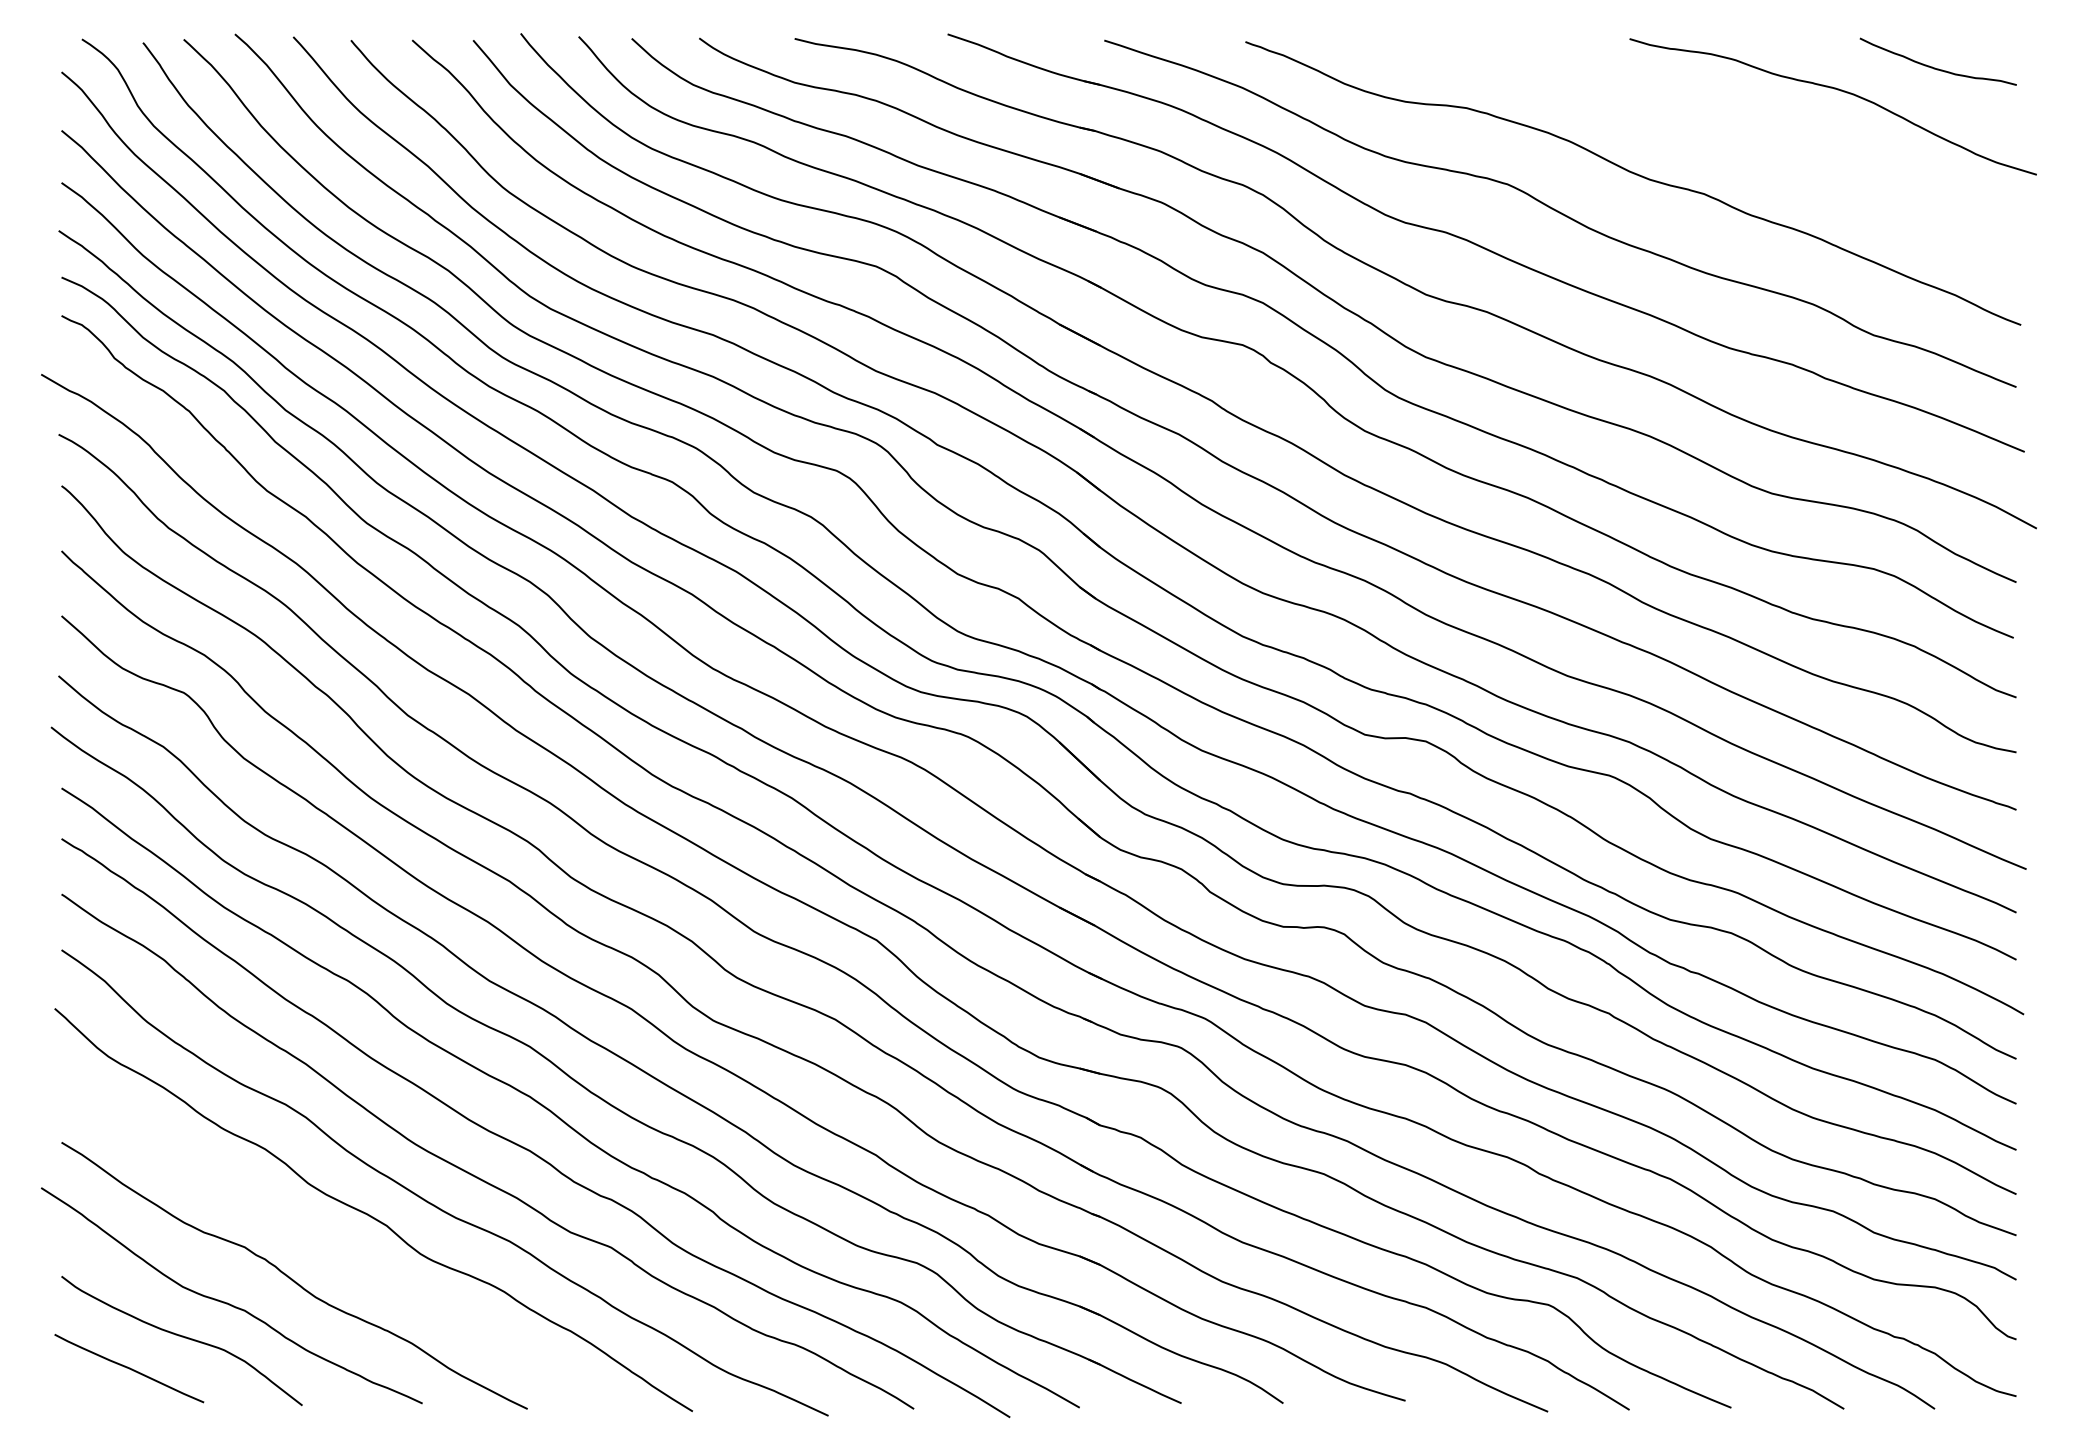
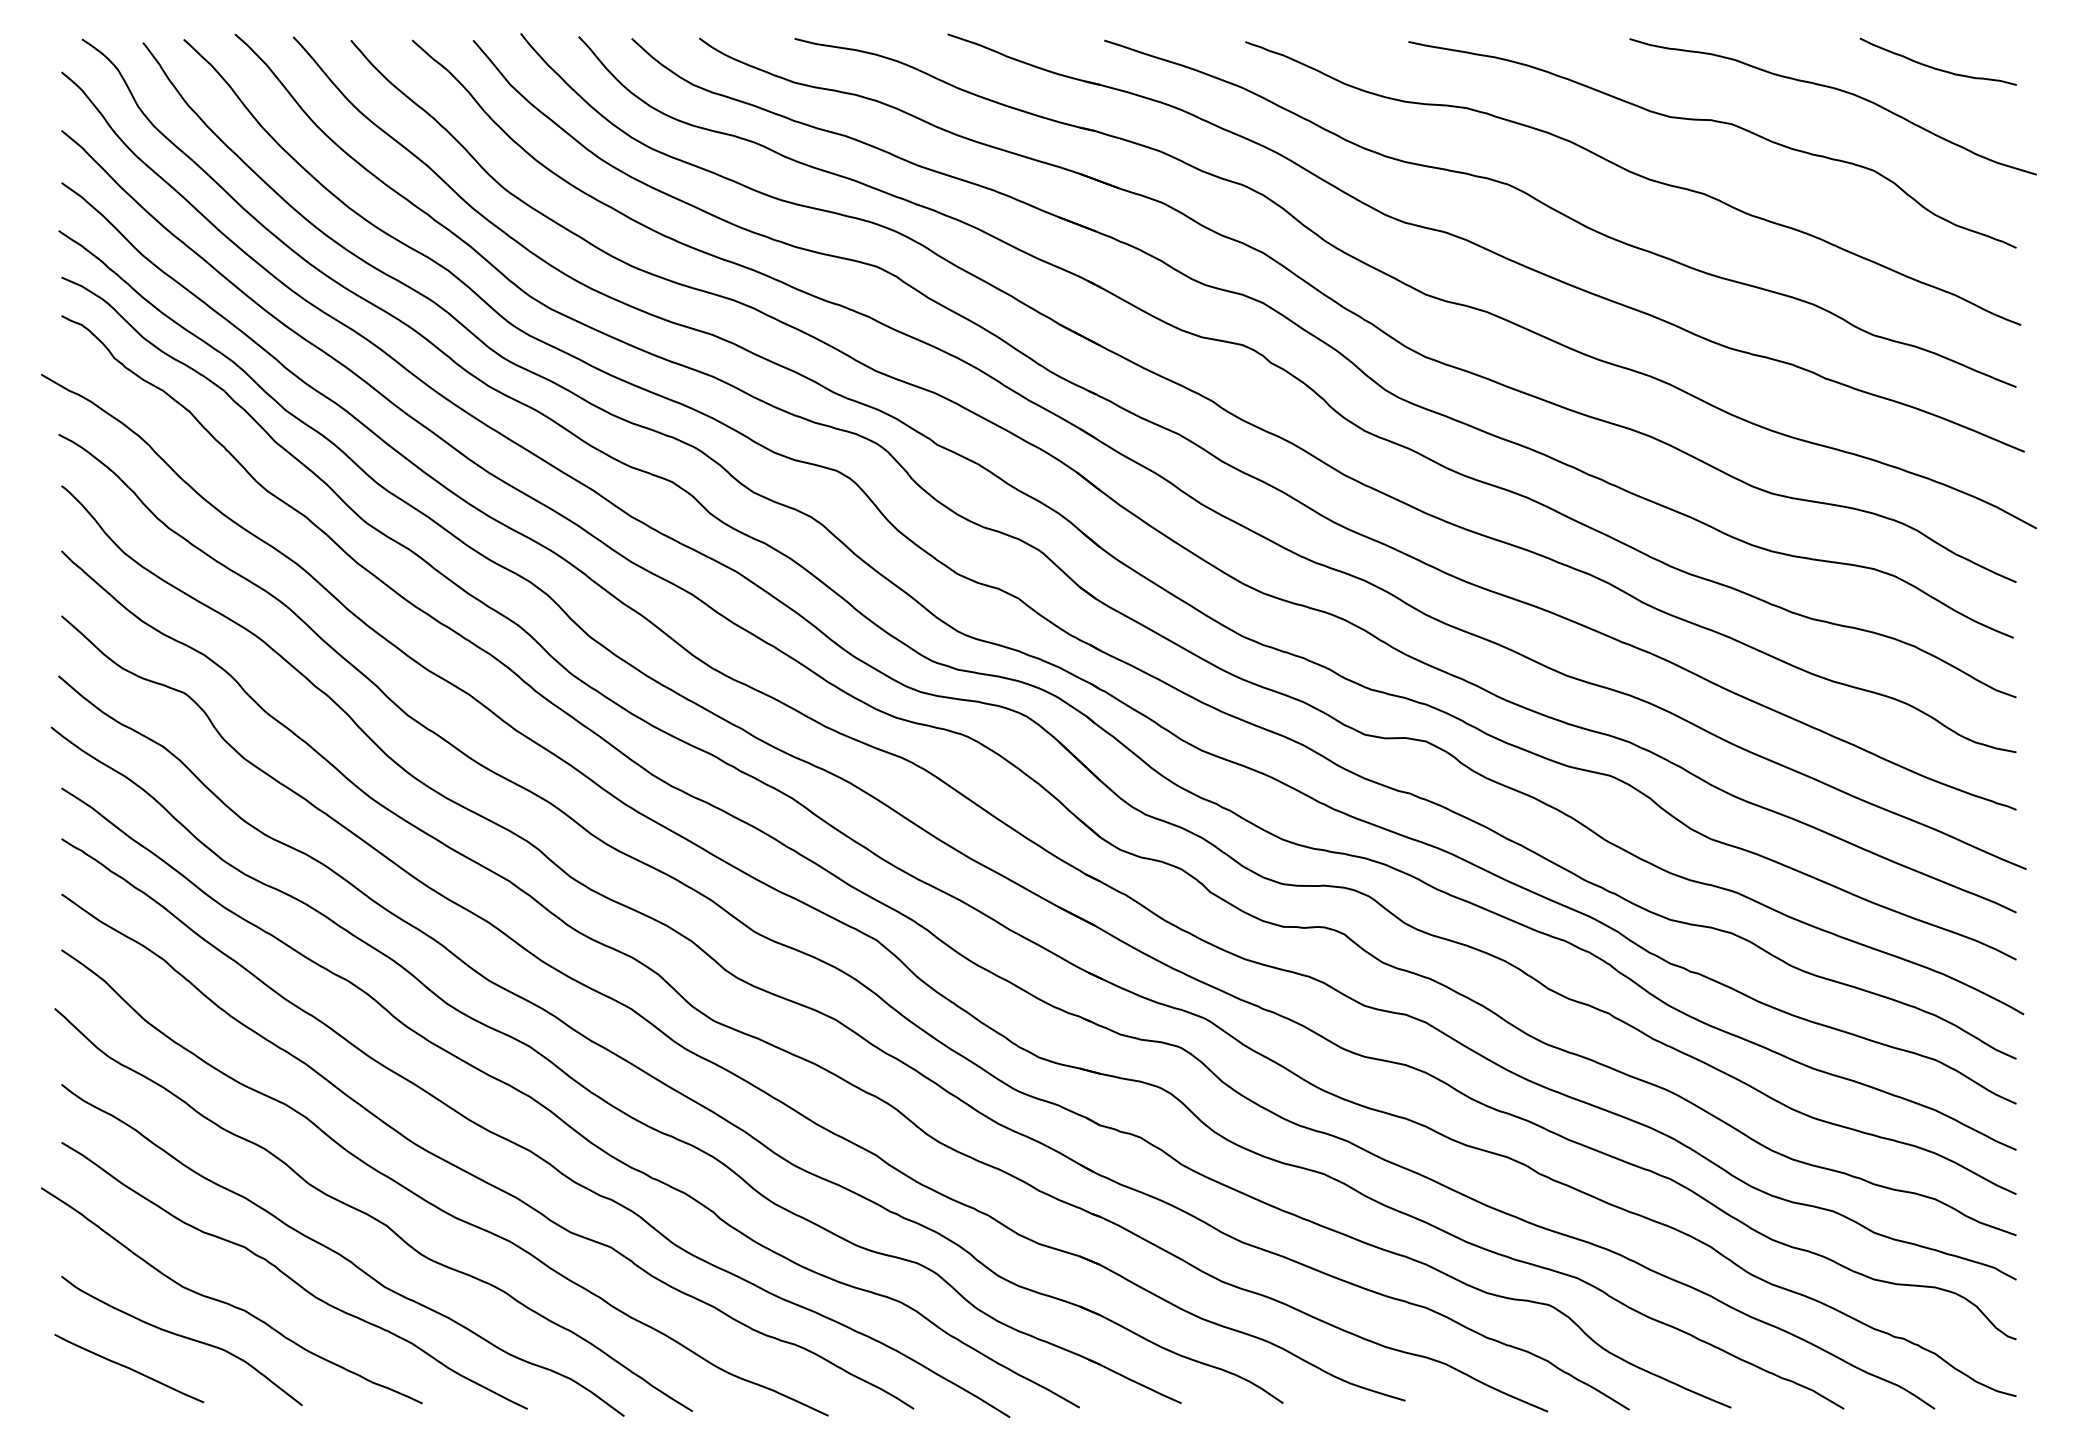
curve at (1715, 122): none -> present
curve at (341, 1254): none -> present
